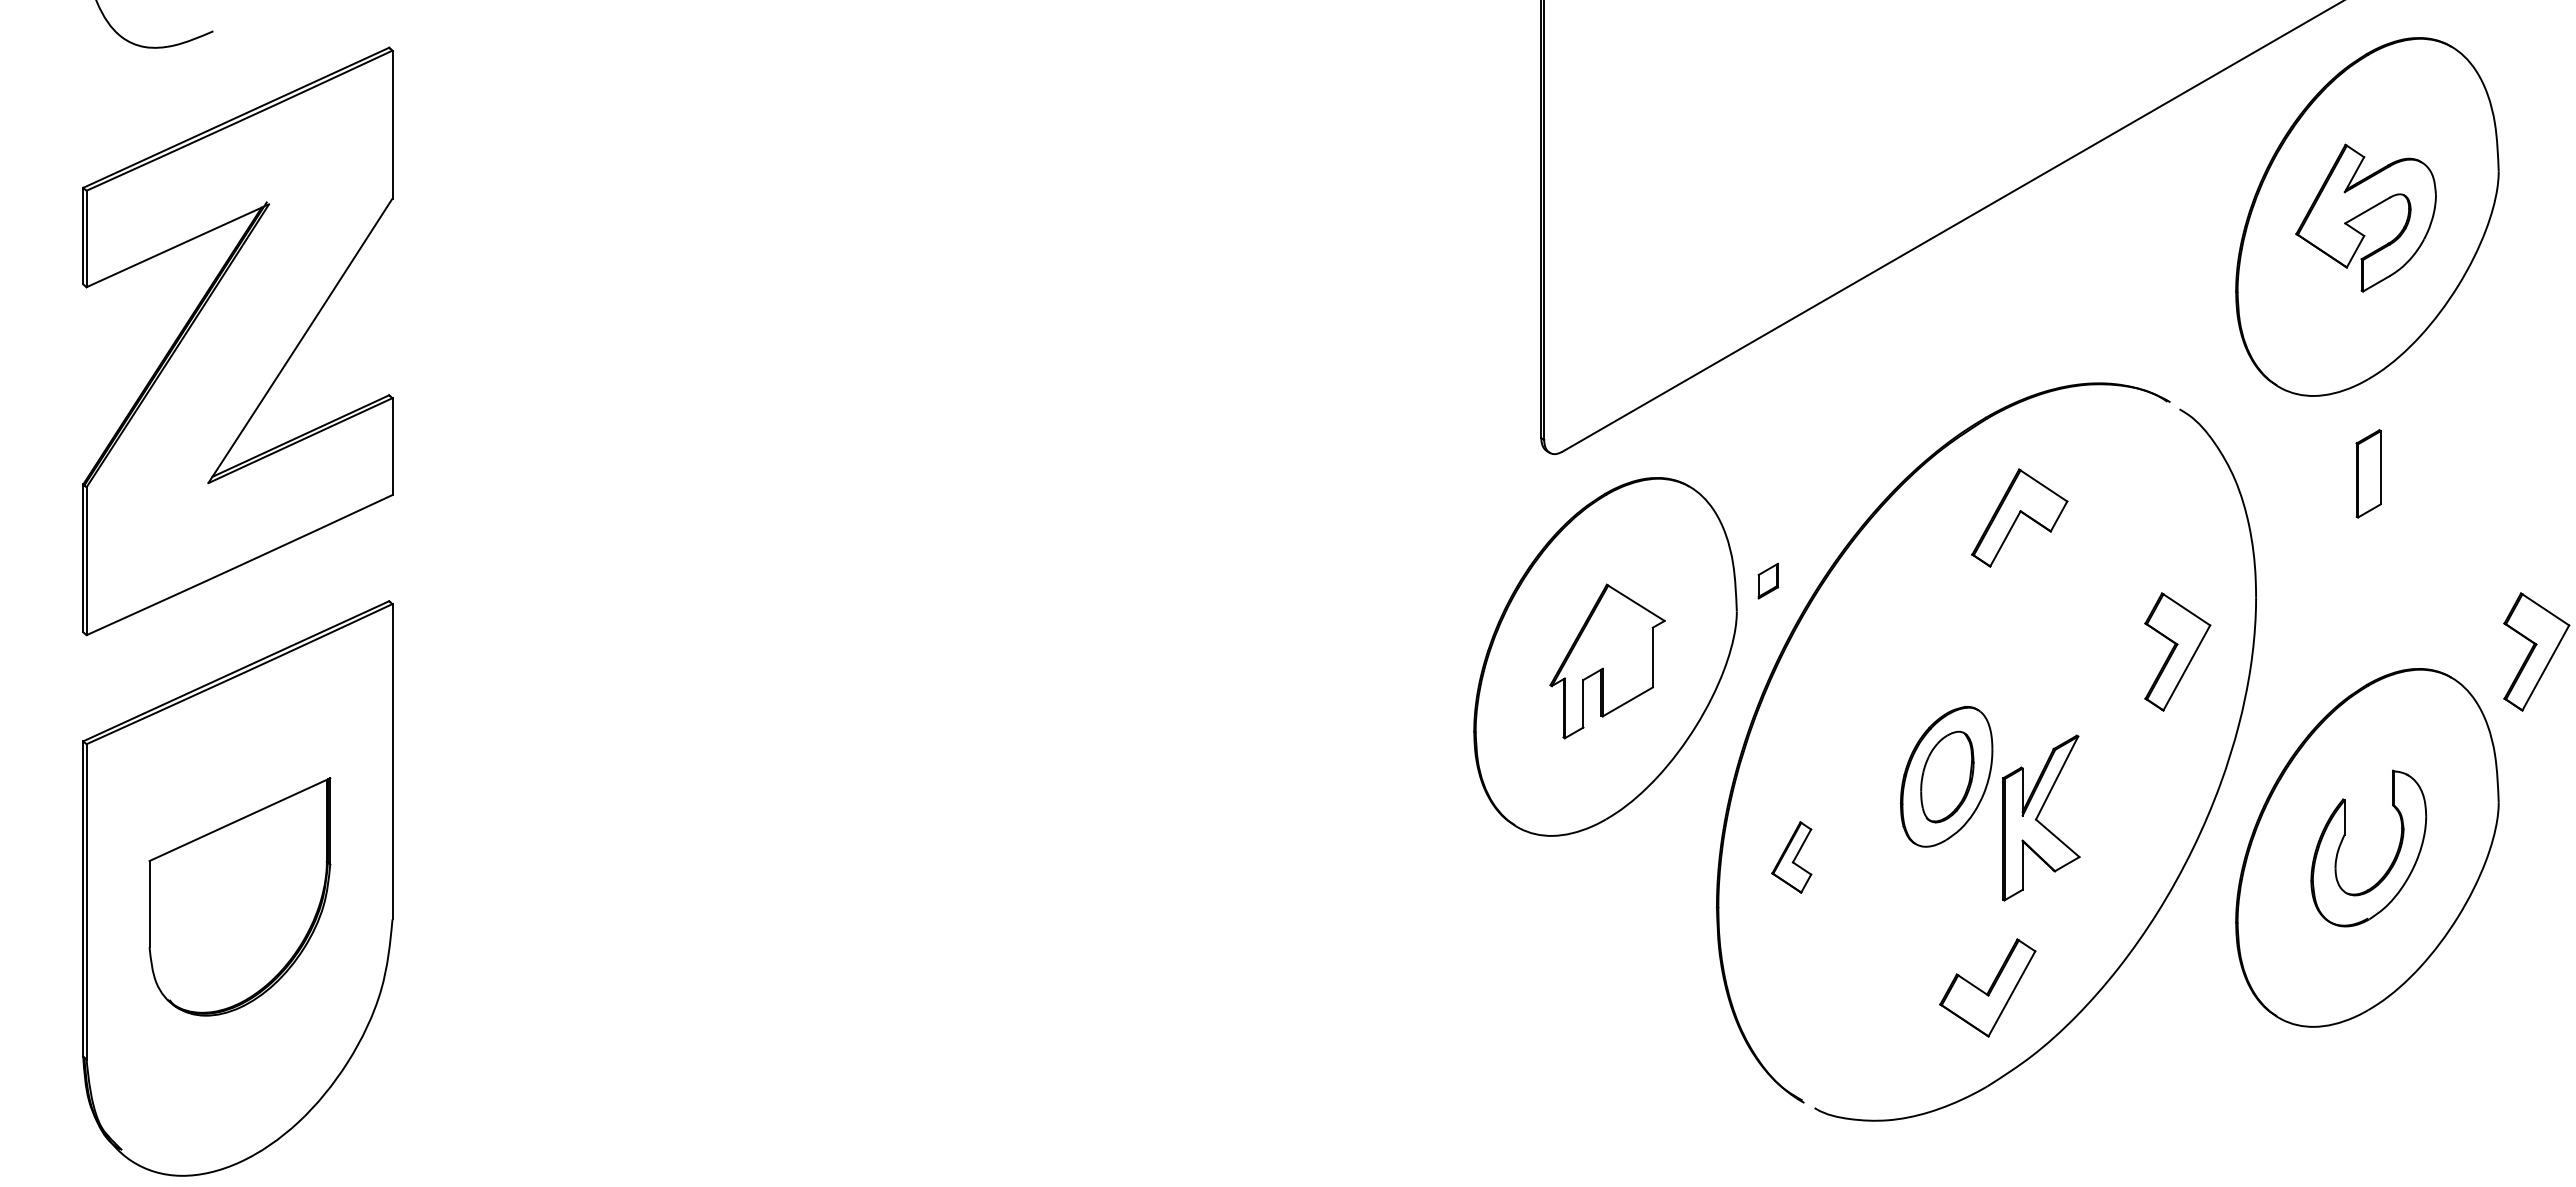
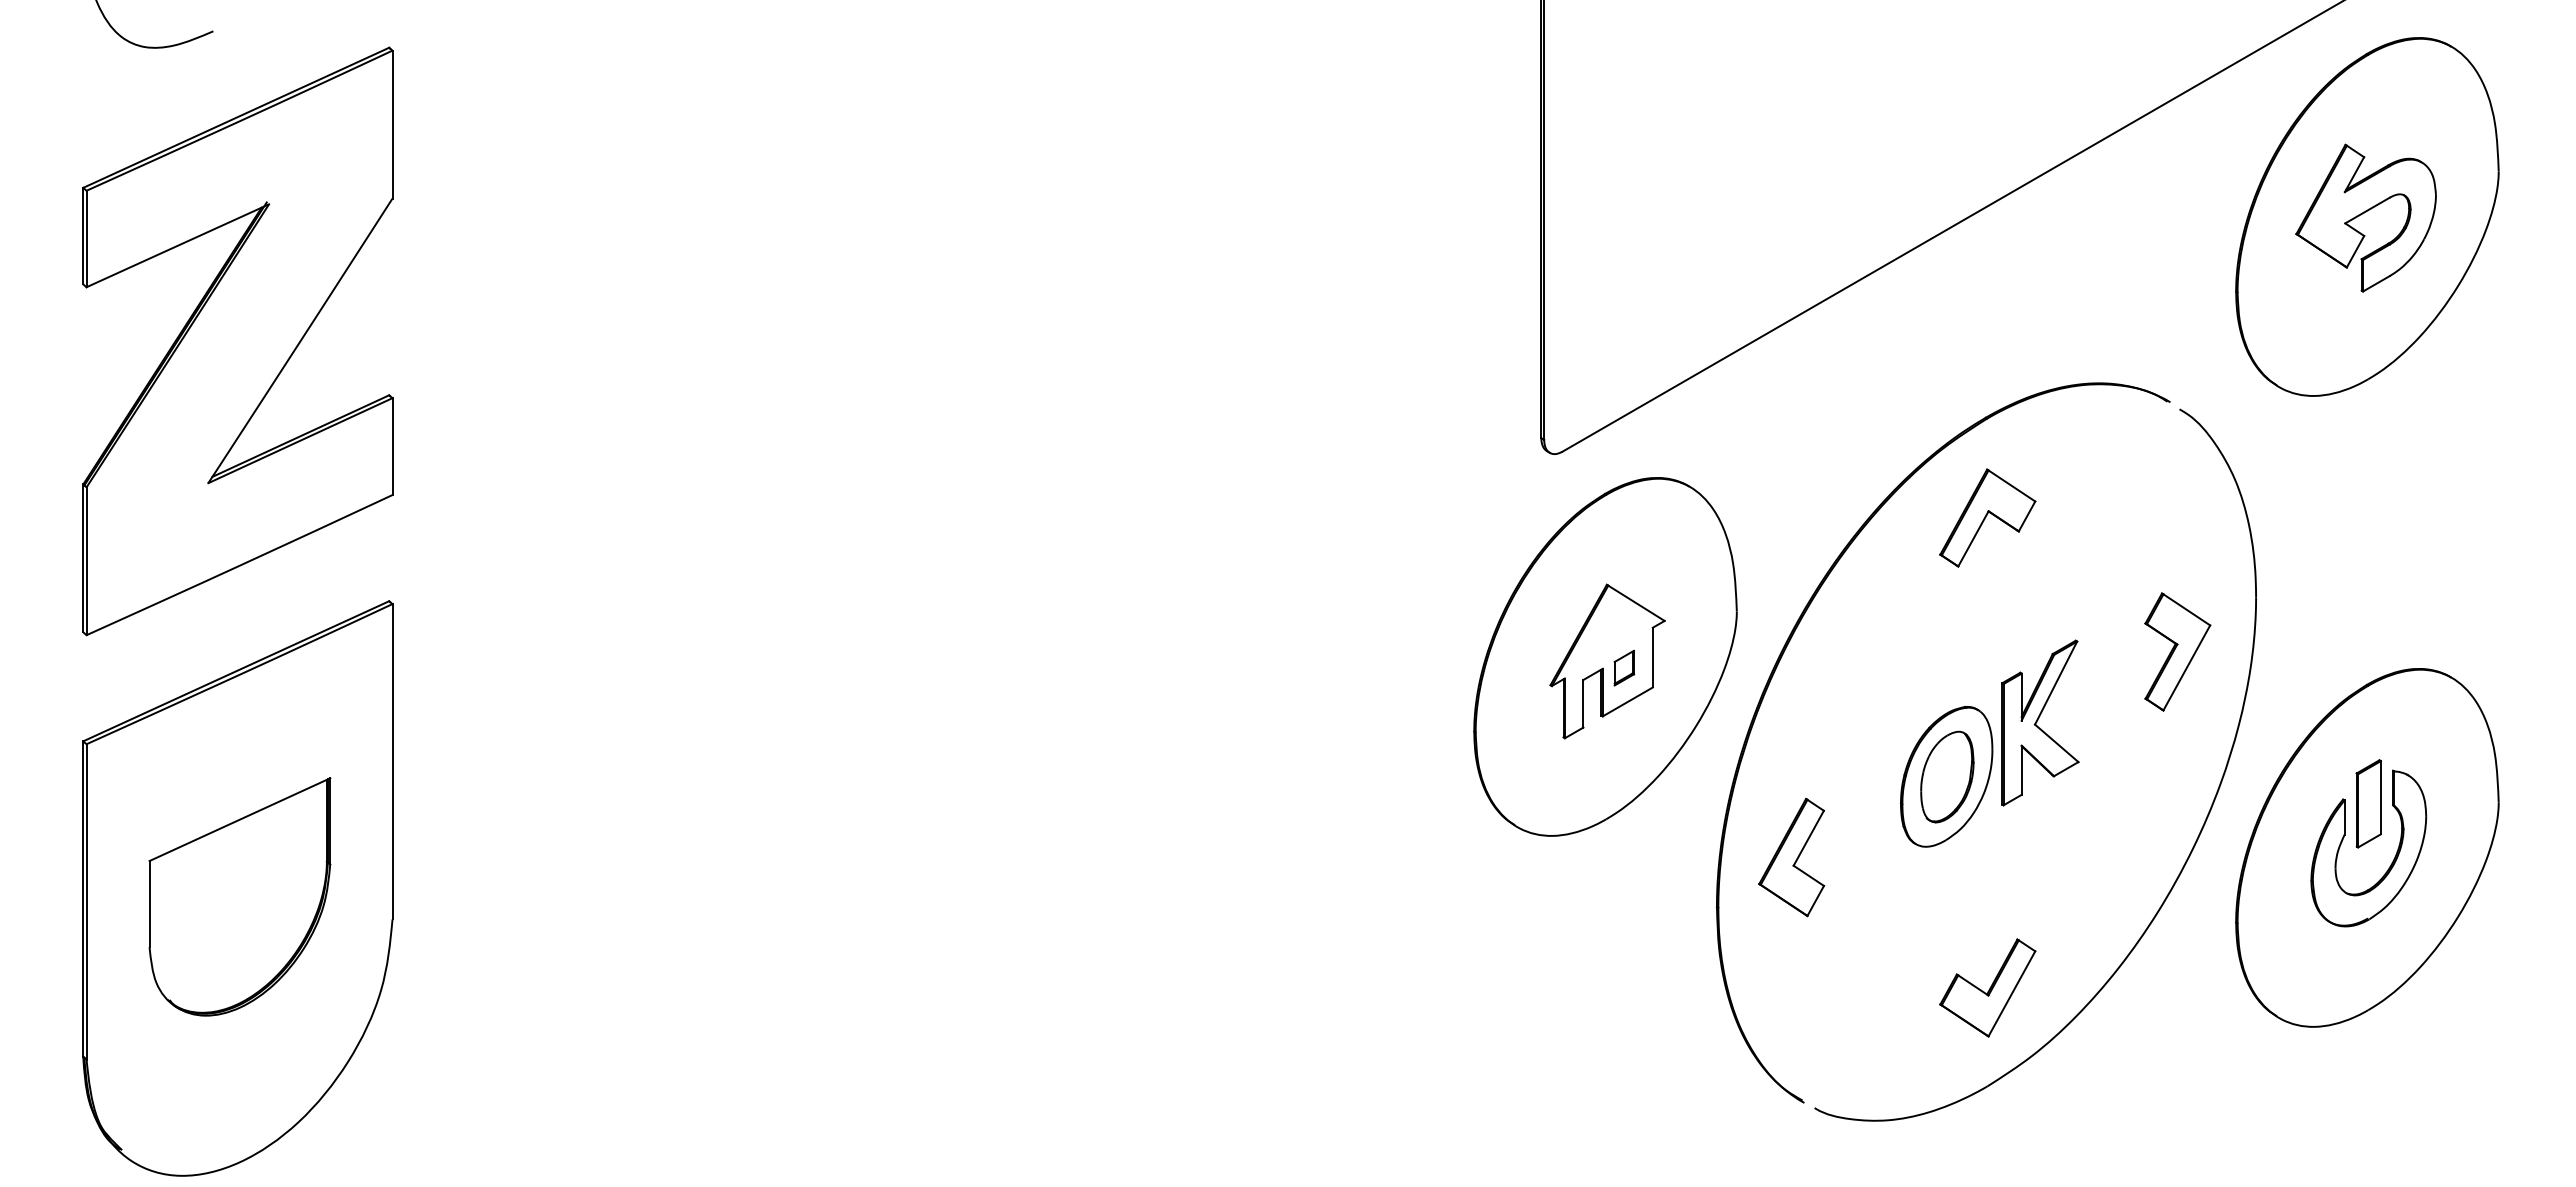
part at (2368, 473) position: (2368, 473) -> (2368, 803)
part at (2019, 517) position: (2019, 517) -> (1987, 517)
part at (1767, 580) position: (1767, 580) -> (1623, 667)
part at (2536, 651): present -> none
part at (2041, 817) position: (2041, 817) -> (2040, 722)
part at (1791, 857) size: 42x73 px -> 68x121 px
